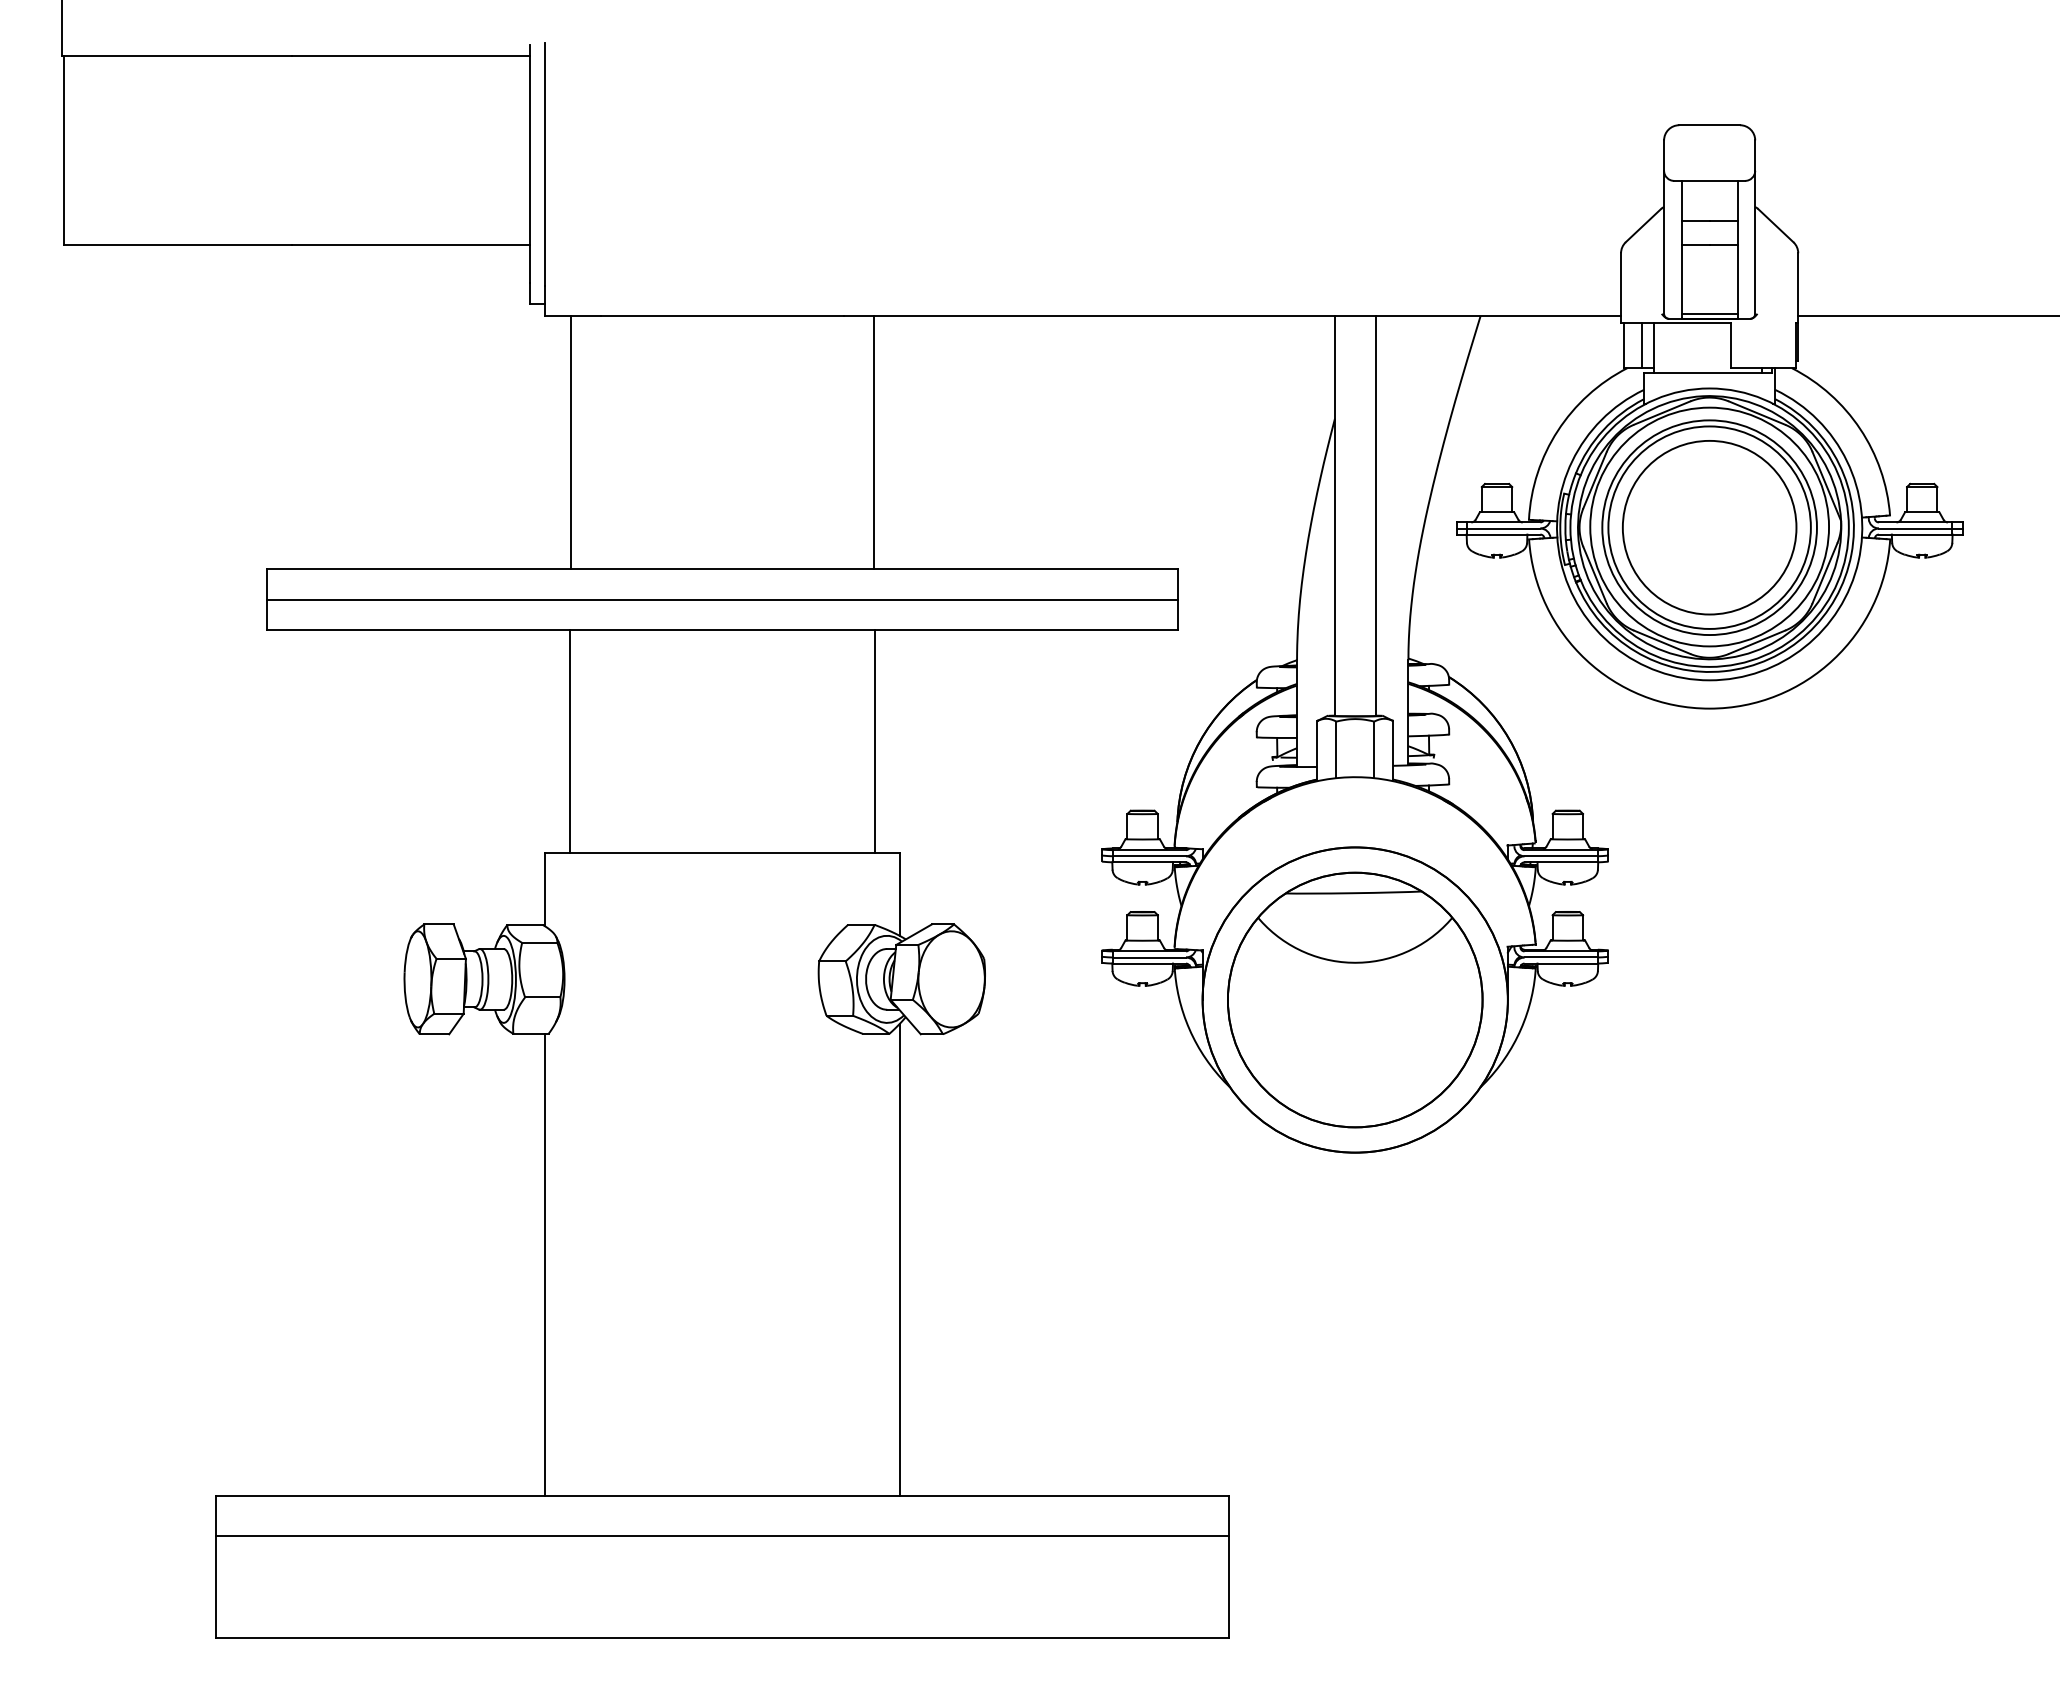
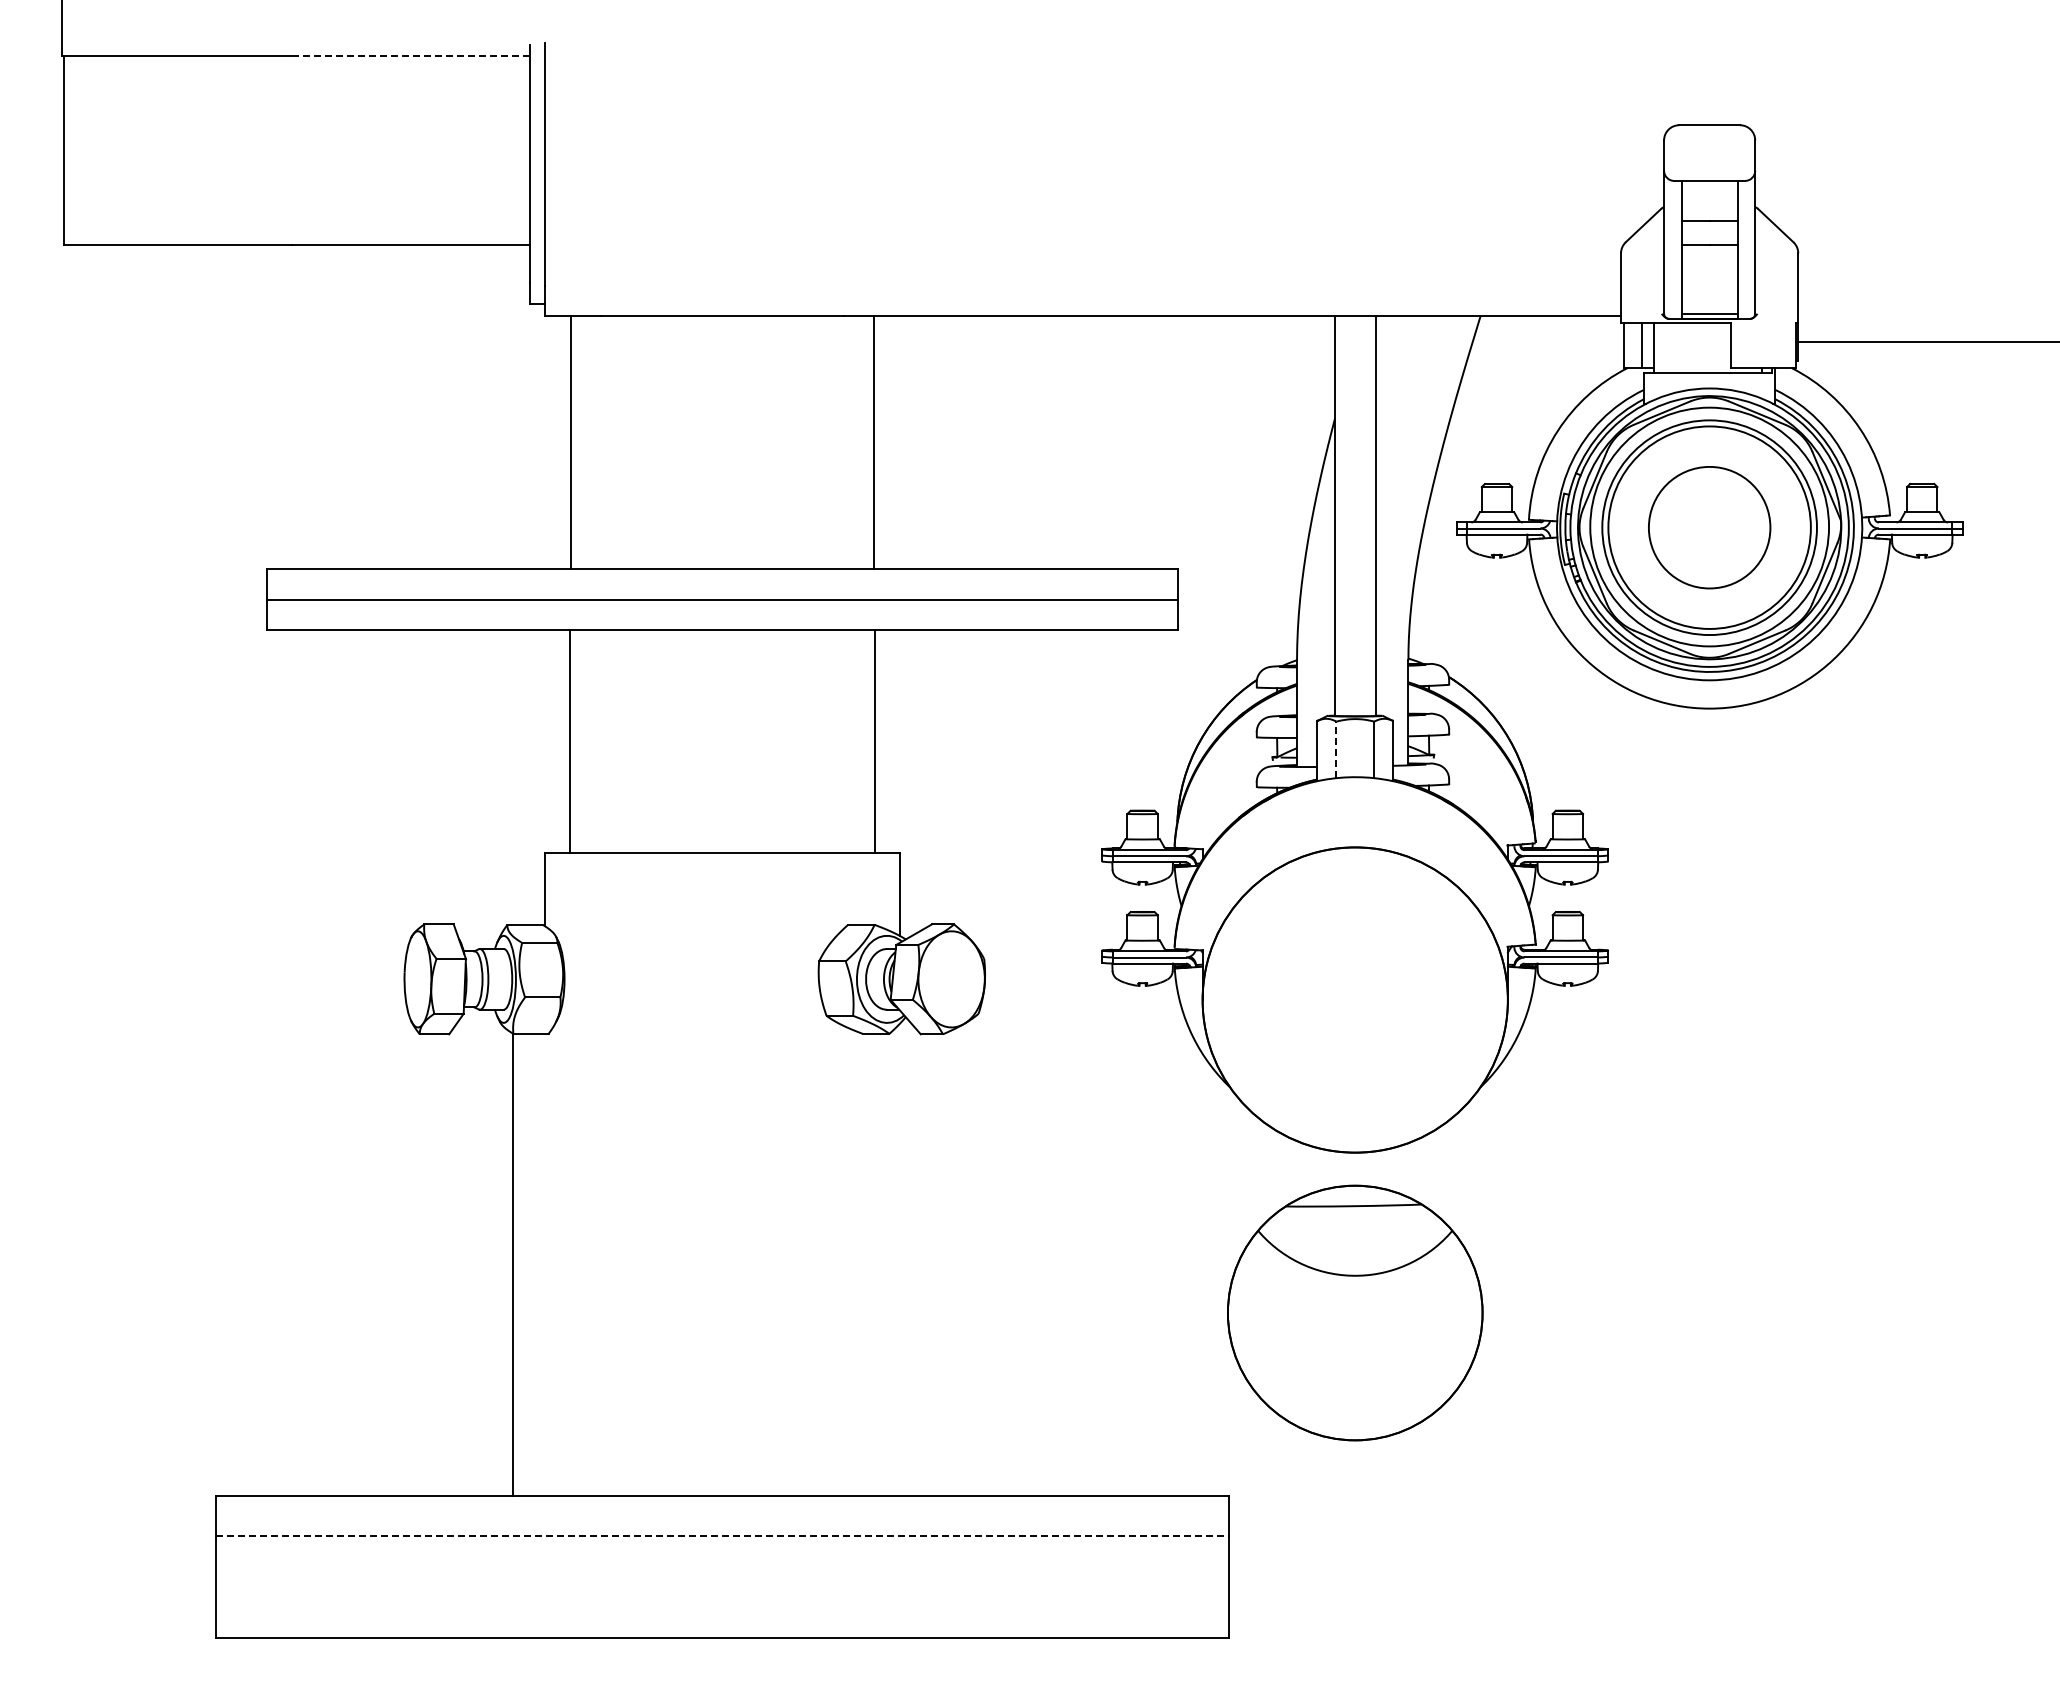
line at (411, 55): solid -> dashed
line at (1927, 316) position: (1927, 316) -> (1927, 342)
circle at (1709, 527) diameter: 174 px -> 122 px
line at (1336, 749): solid -> dashed
part at (1355, 999) position: (1355, 999) -> (1355, 1312)
line at (899, 1259): present -> none
line at (545, 1264) position: (545, 1264) -> (513, 1264)
line at (722, 1536): solid -> dashed
